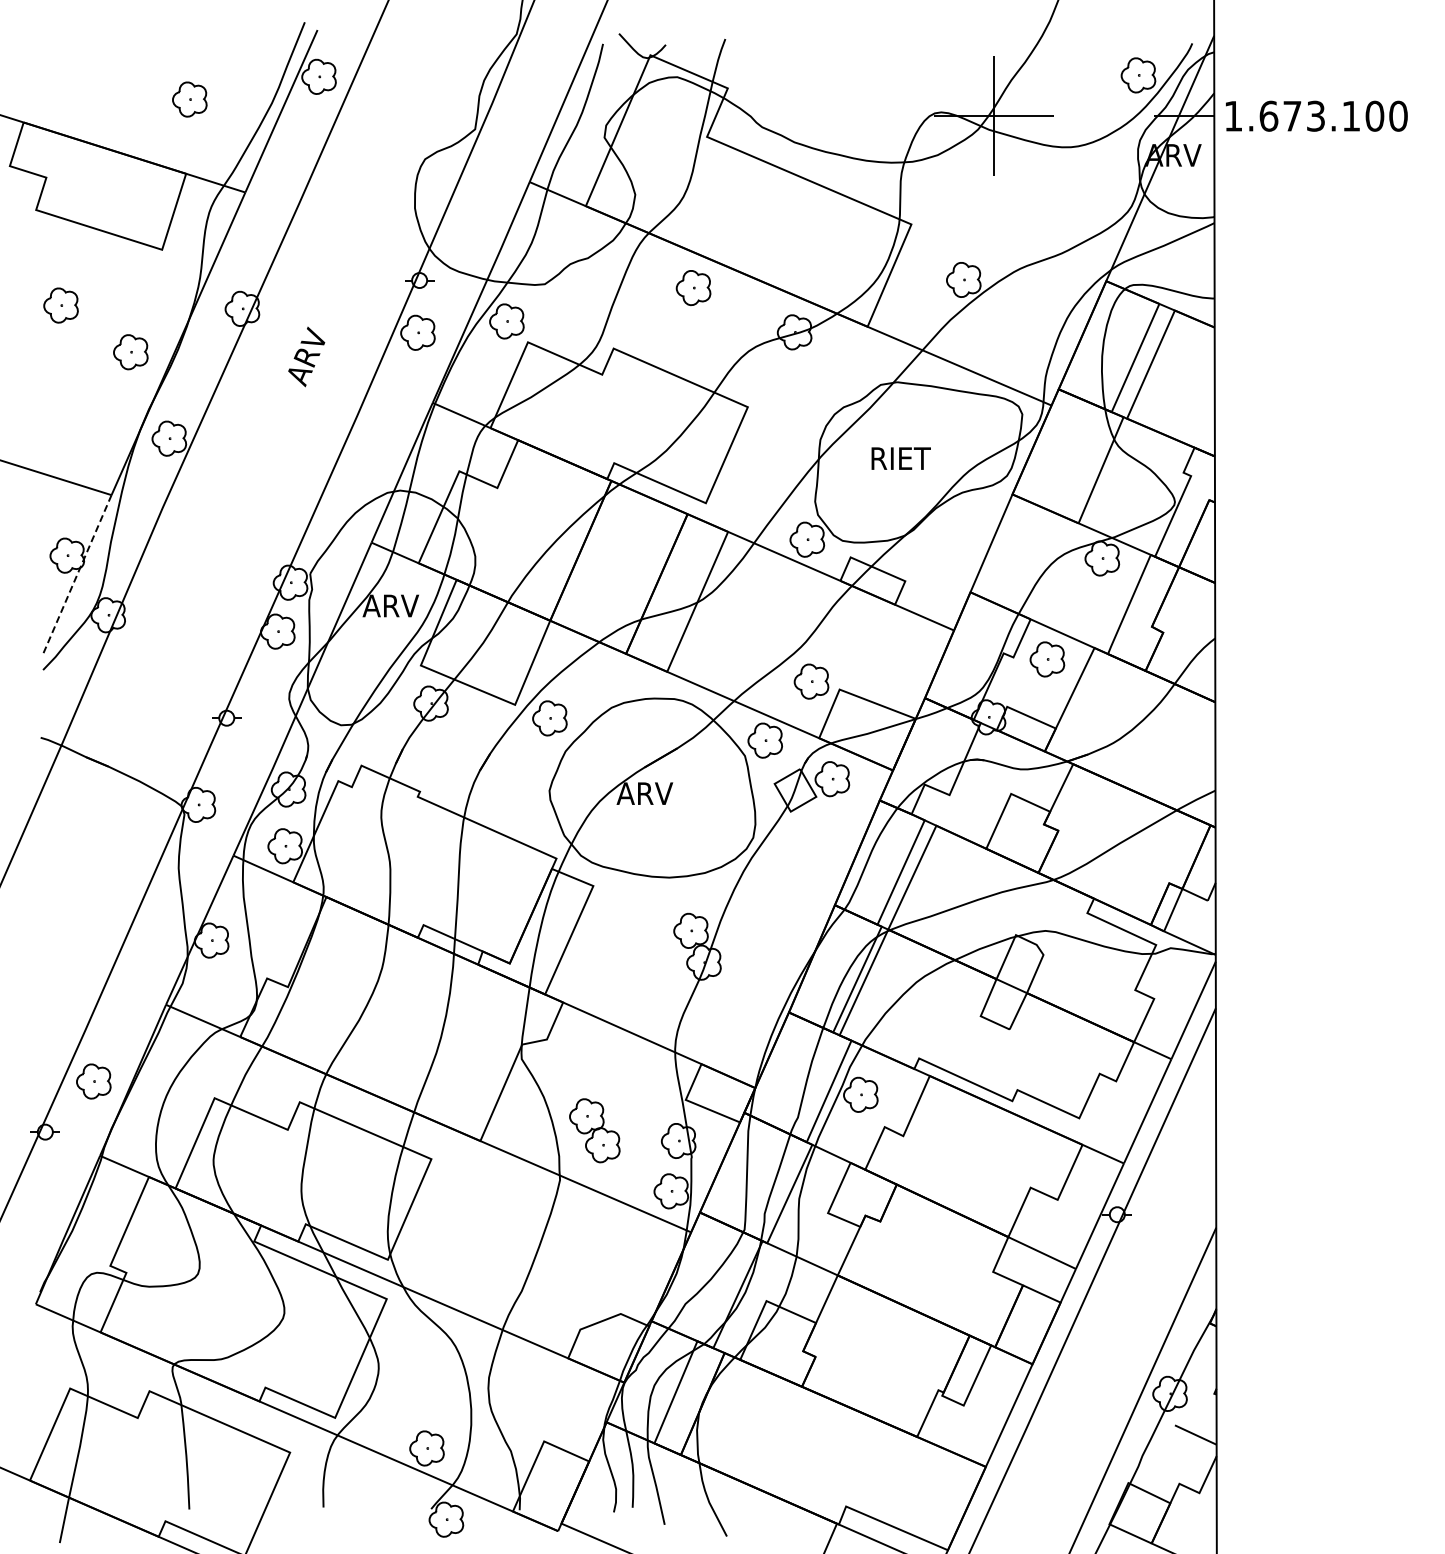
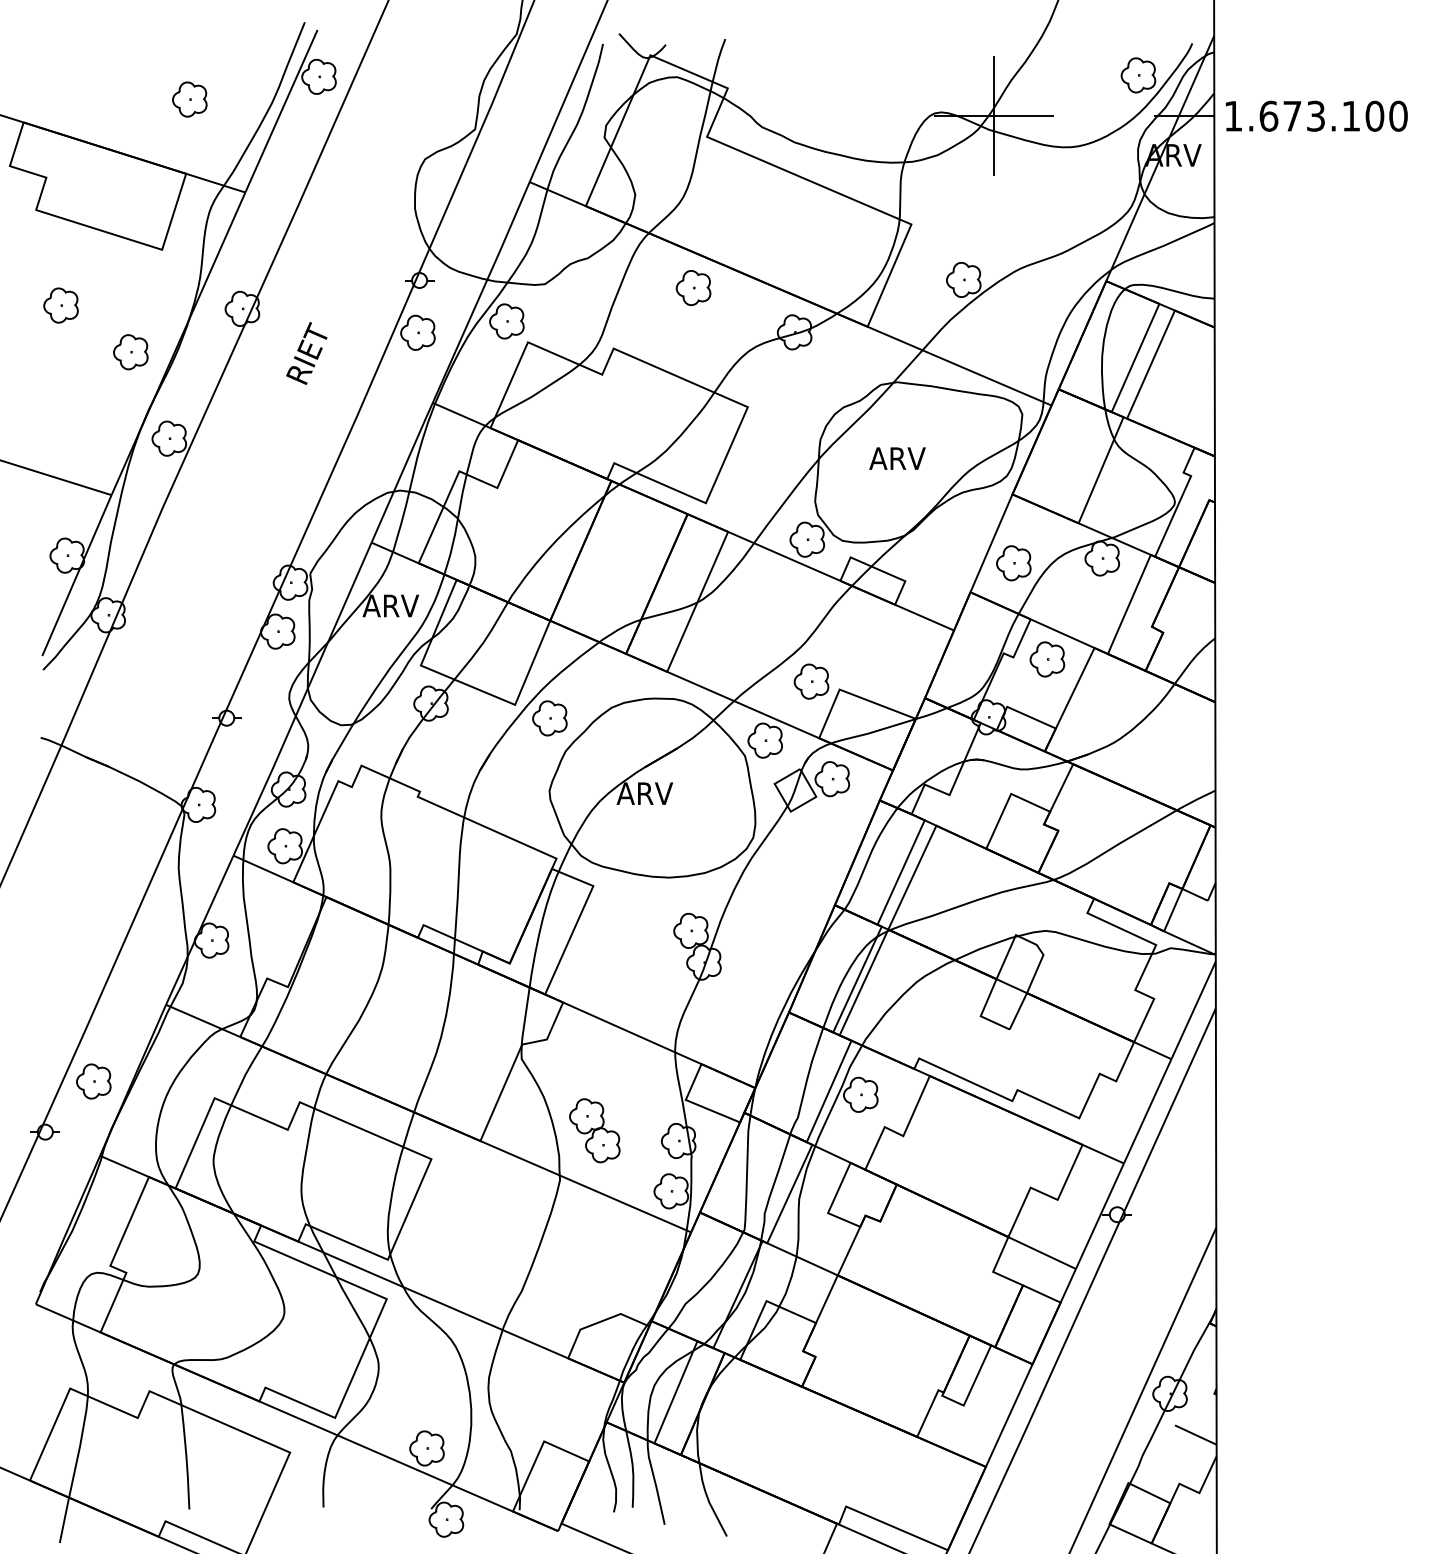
text at (306, 354): ARV -> RIET
text at (899, 458): RIET -> ARV
part at (1013, 563): none -> present
line at (76, 575): dashed -> solid
